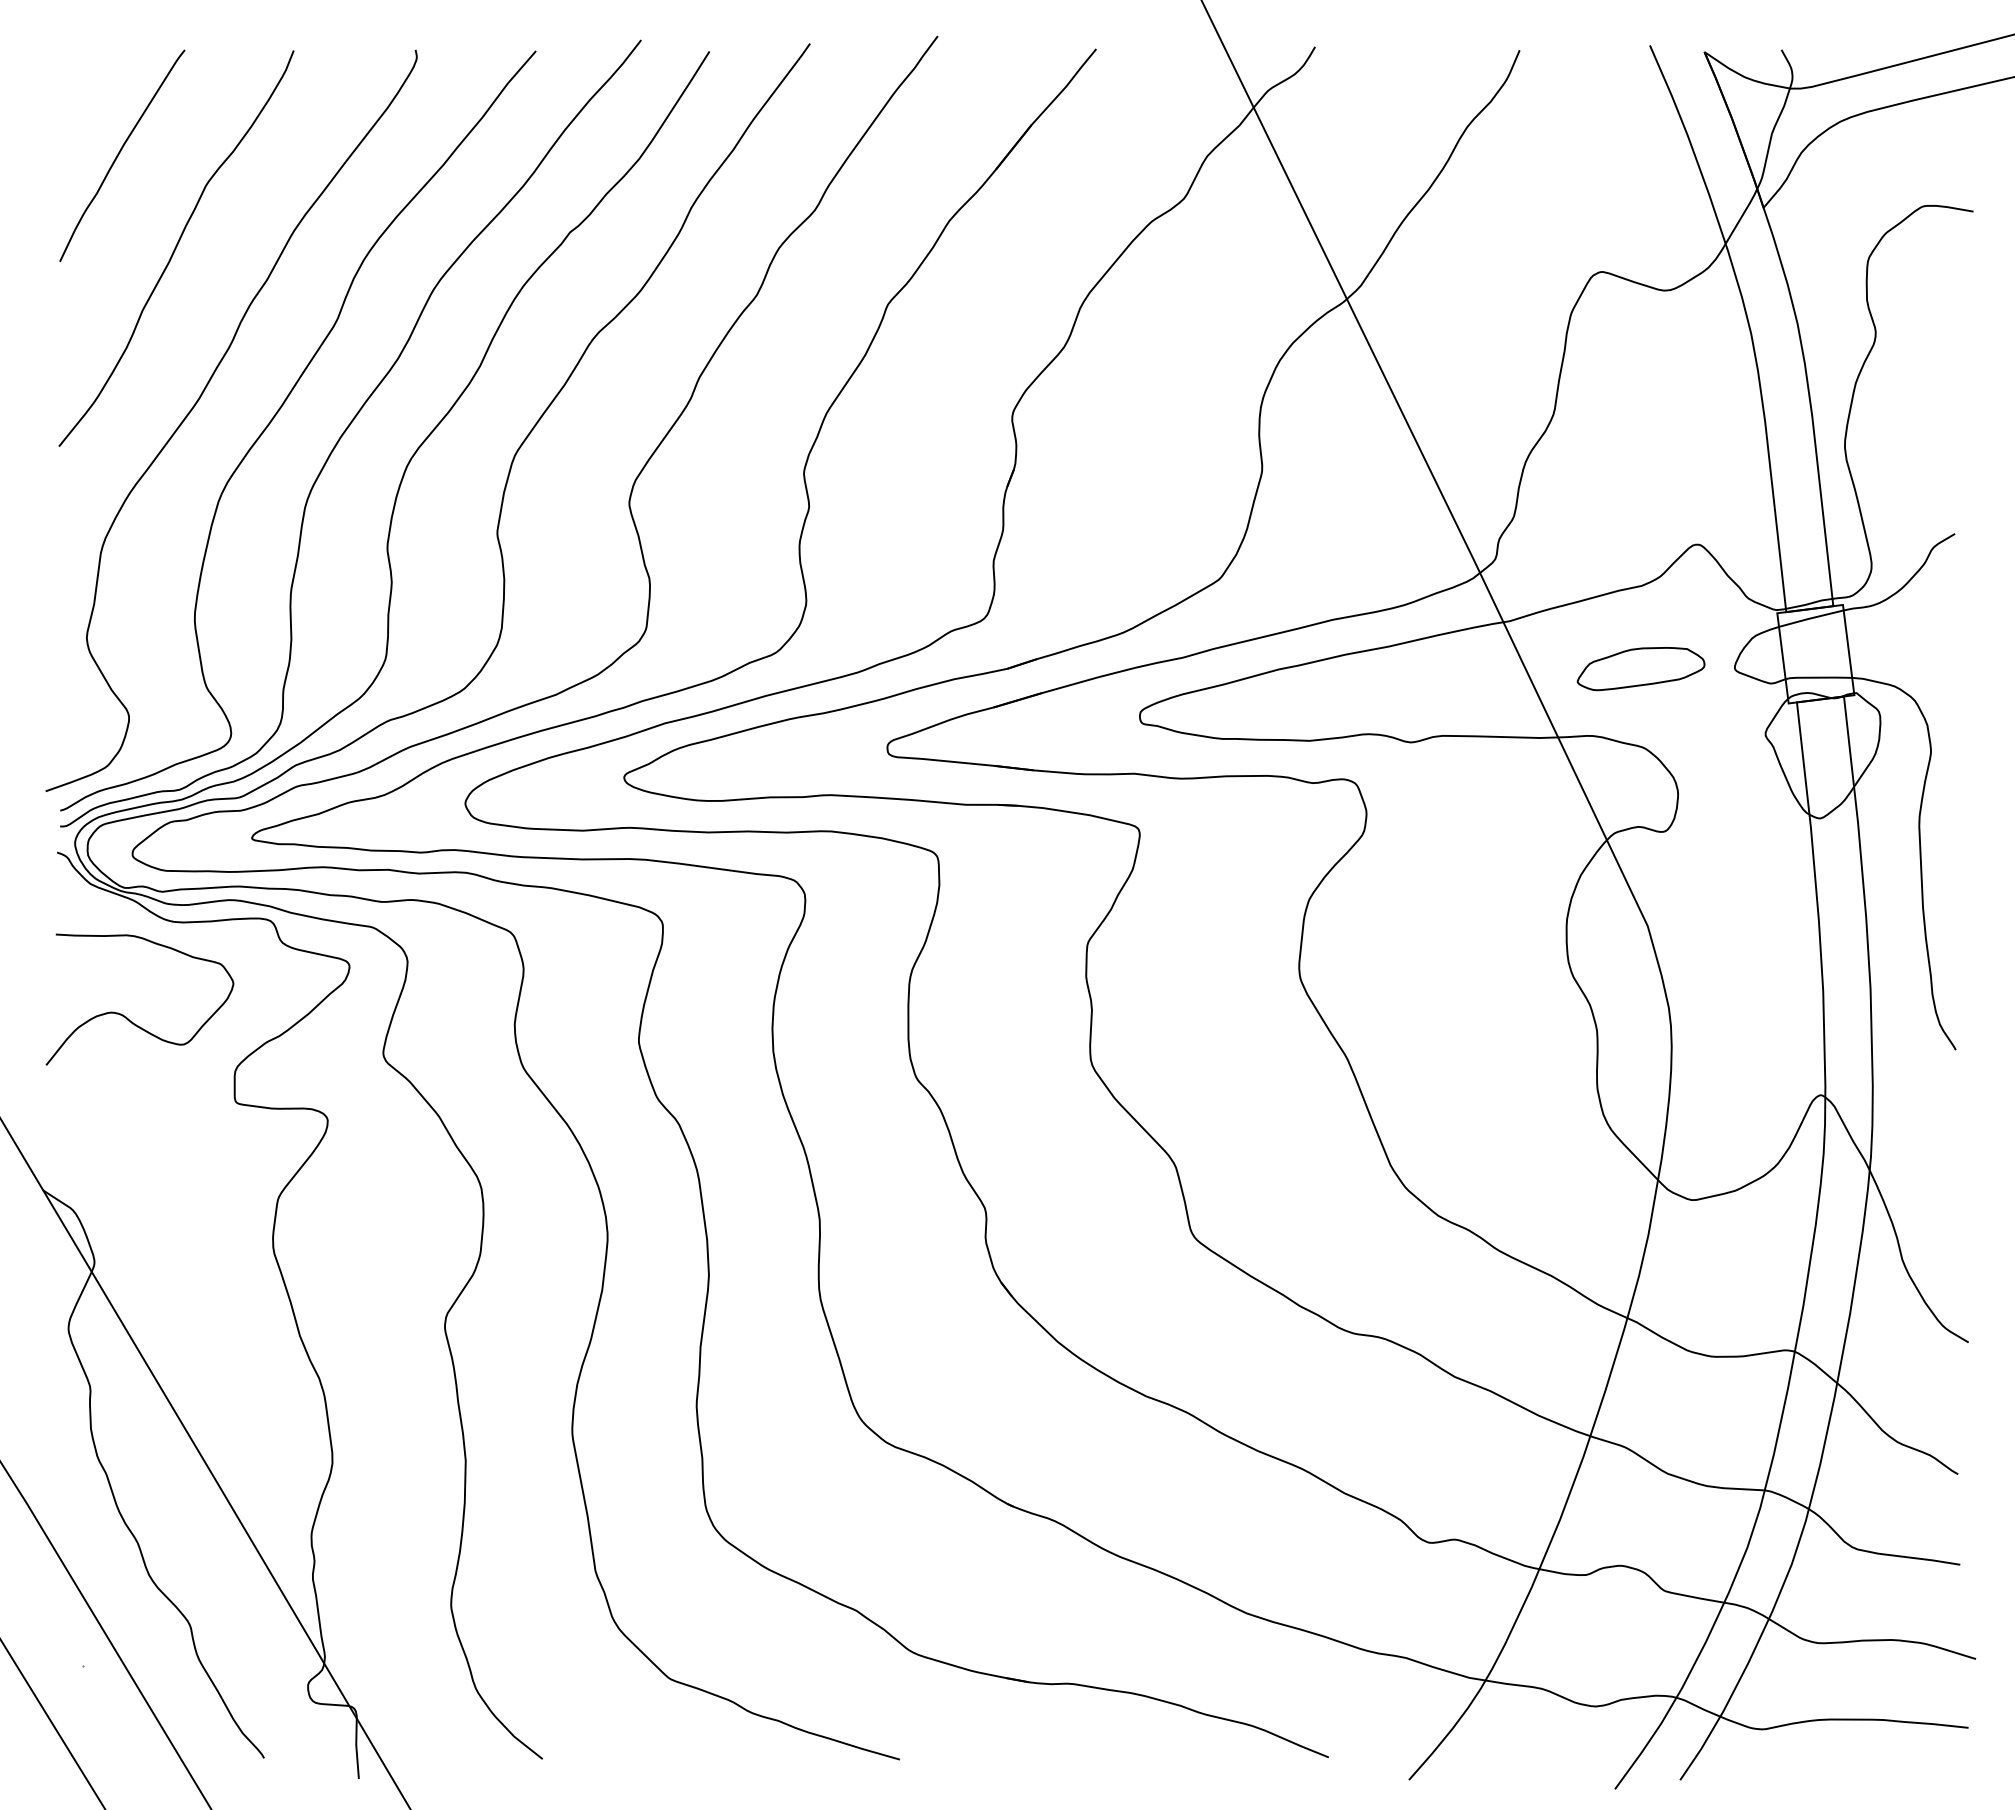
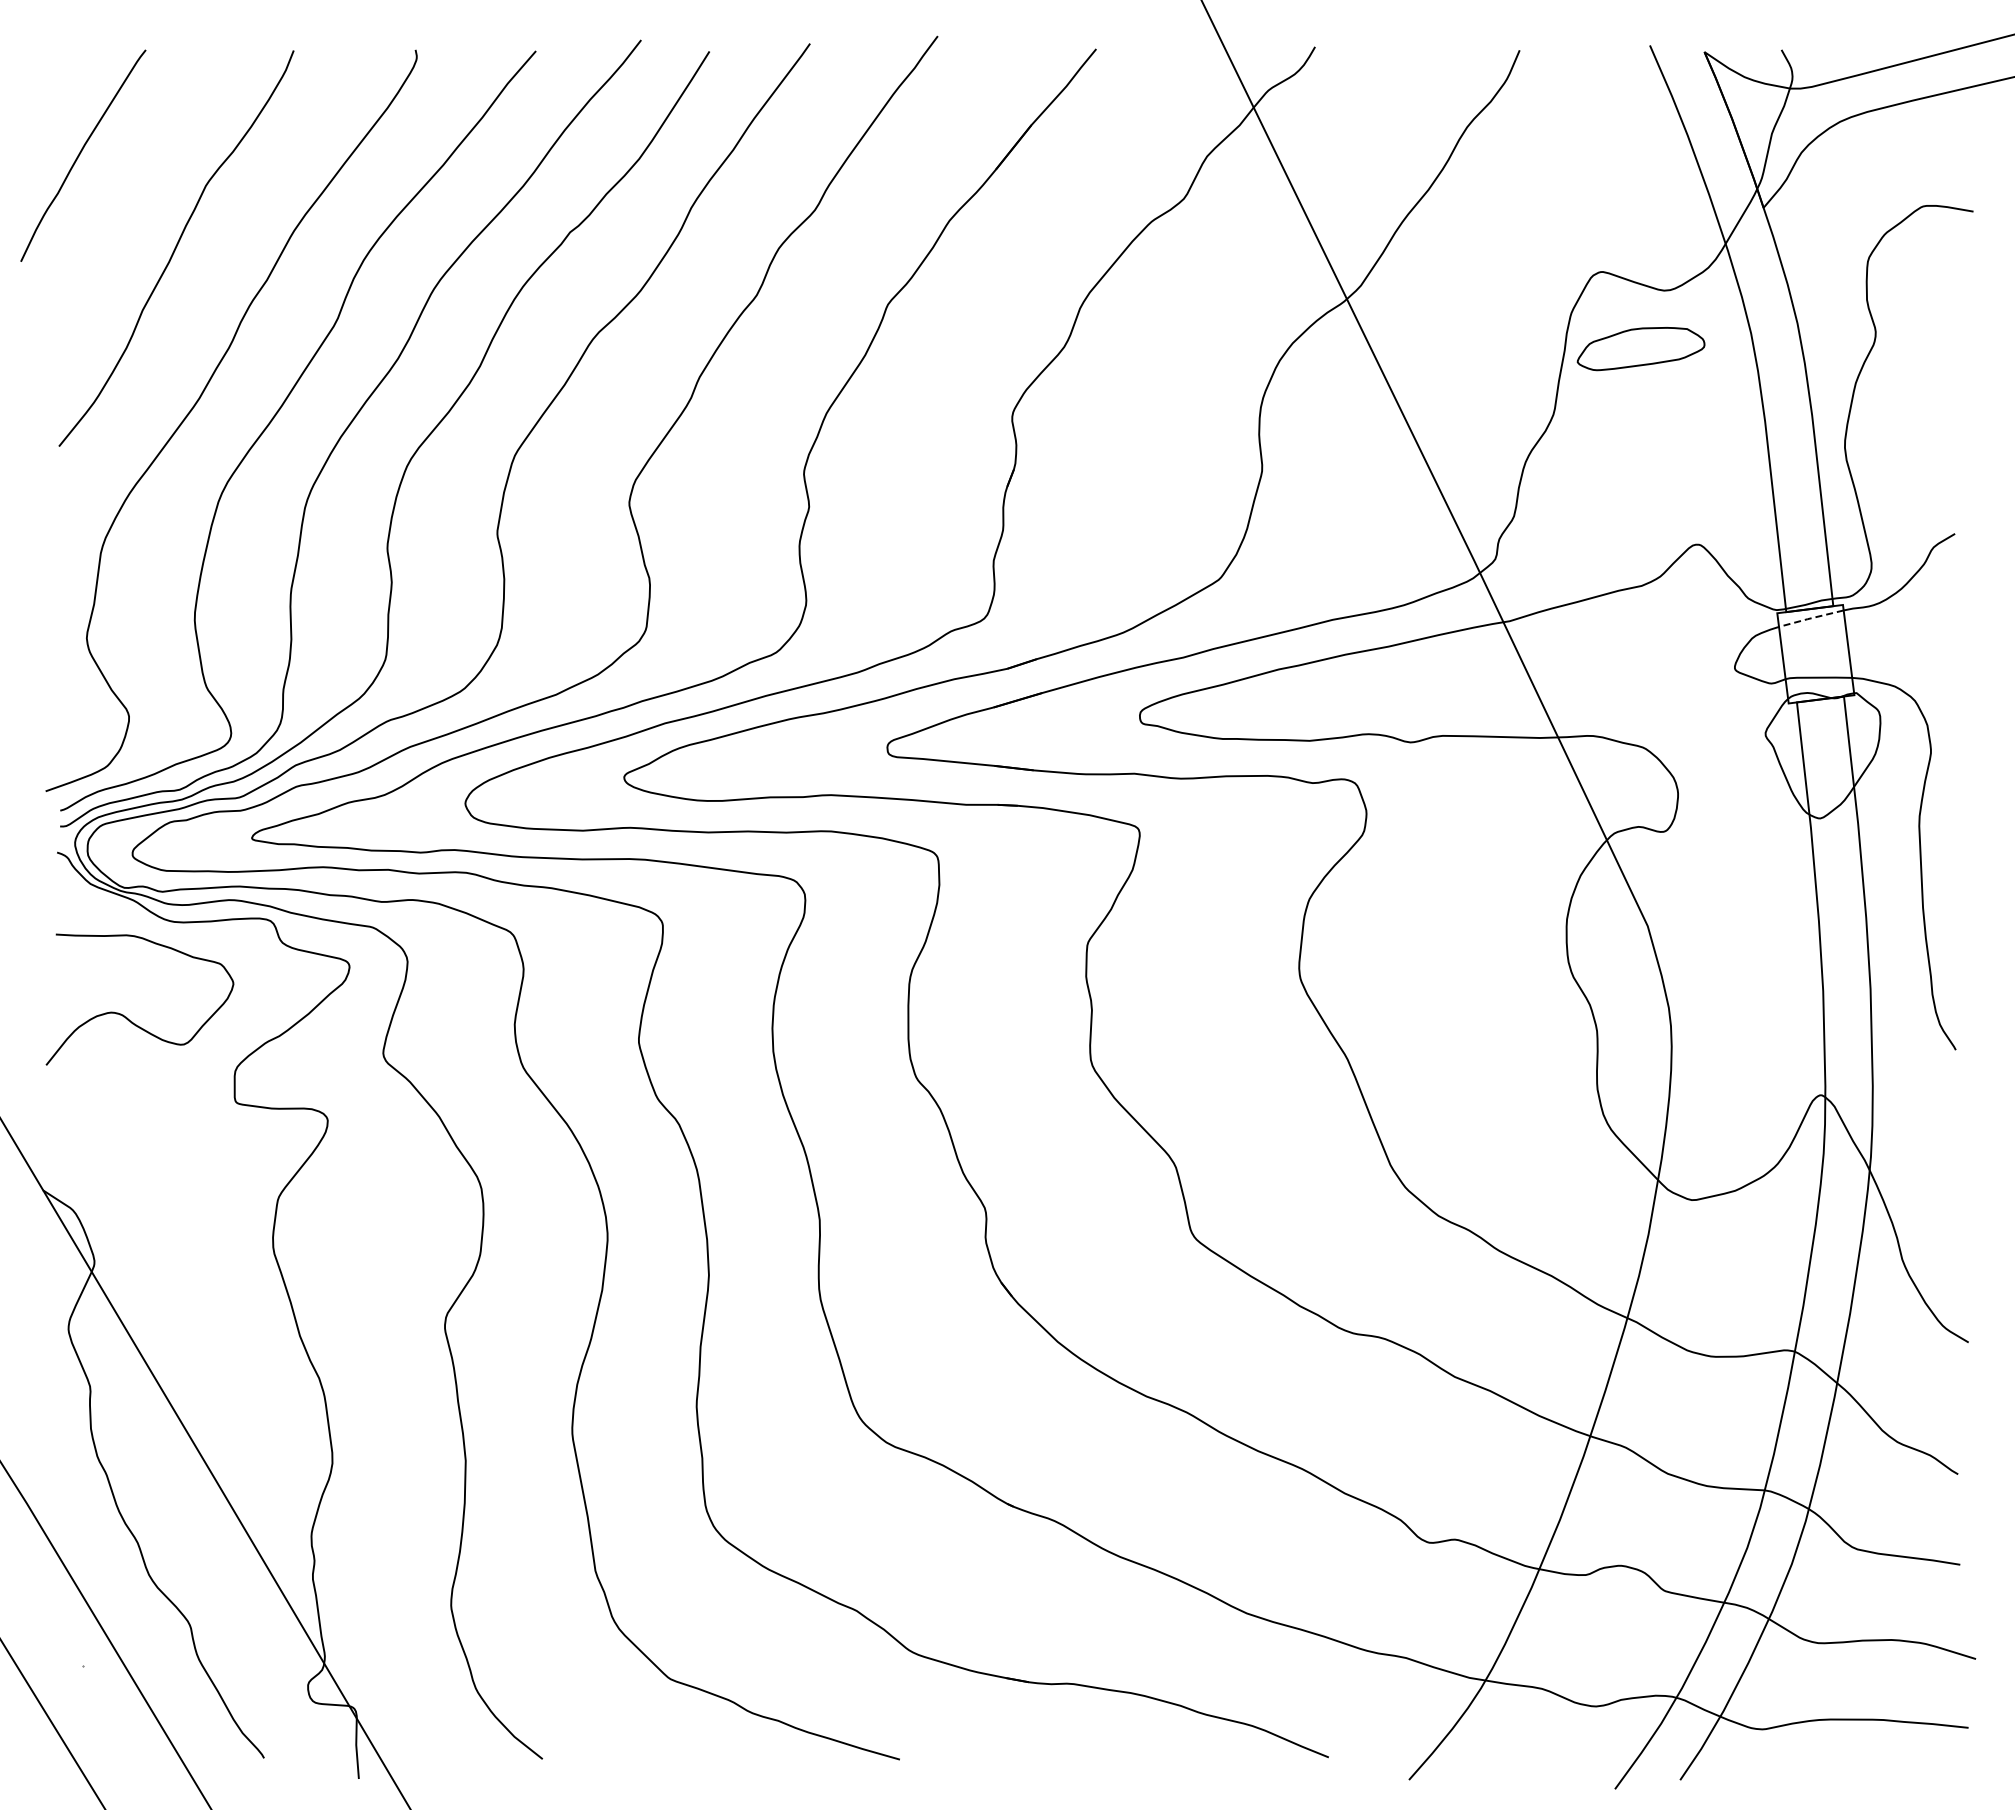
curve at (119, 154) position: (119, 154) -> (80, 154)
line at (1810, 618): solid -> dashed
part at (1640, 669) position: (1640, 669) -> (1640, 349)
